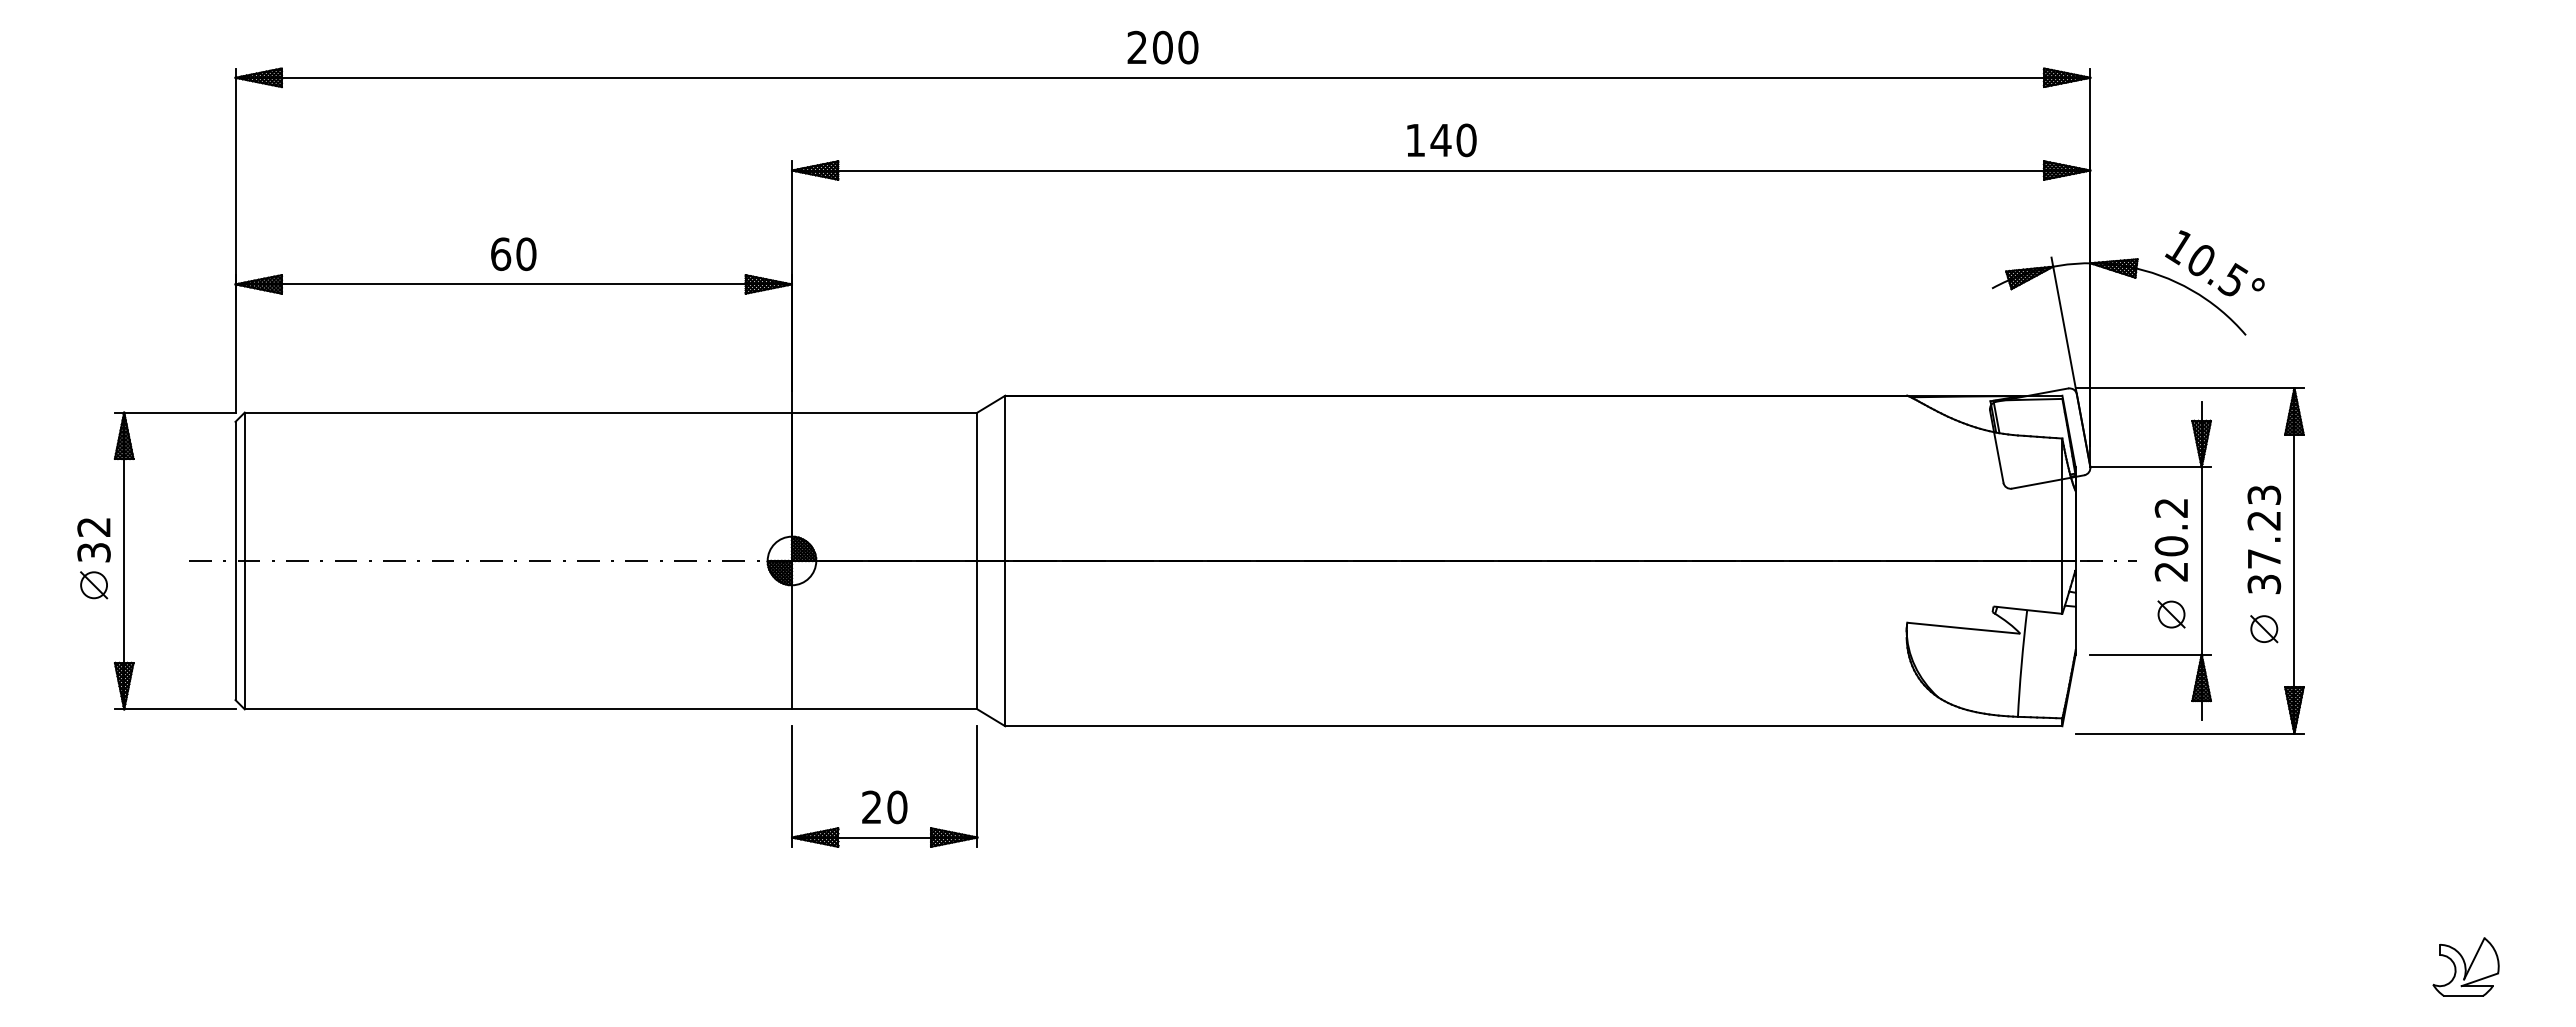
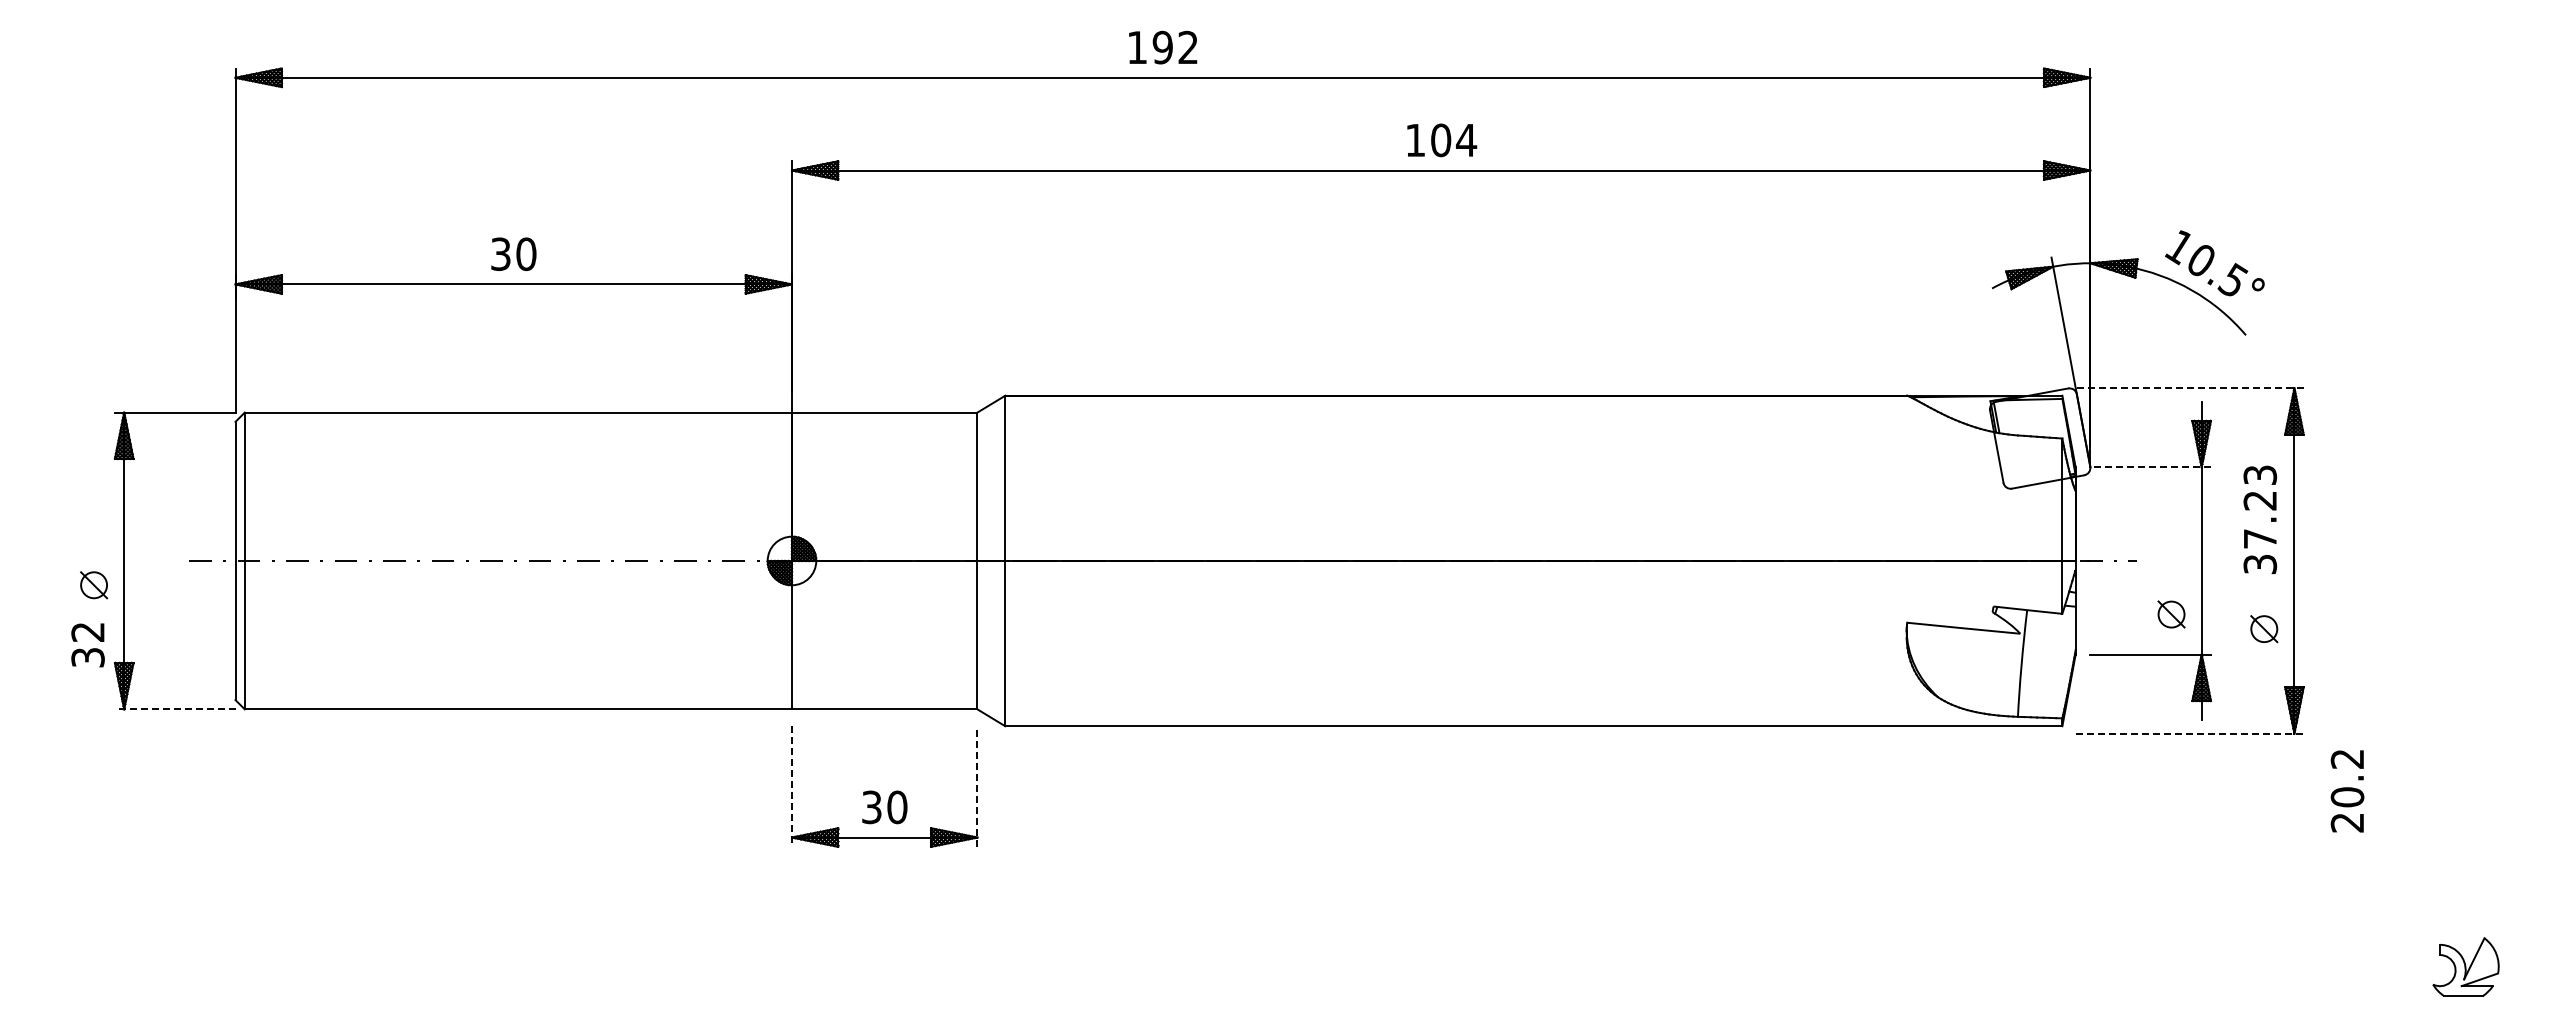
text at (1162, 47): 200 -> 192
text at (1453, 140): 140 -> 104
text at (501, 254): 60 -> 30
line at (2189, 388): solid -> dashed
line at (2150, 467): solid -> dashed
text at (2264, 539) position: (2264, 539) -> (2260, 519)
text at (93, 540) position: (93, 540) -> (87, 645)
text at (2171, 540) position: (2171, 540) -> (2347, 791)
line at (174, 709): solid -> dashed
line at (2189, 733): solid -> dashed
line at (977, 786): solid -> dashed
line at (791, 787): solid -> dashed
text at (871, 807): 20 -> 30
